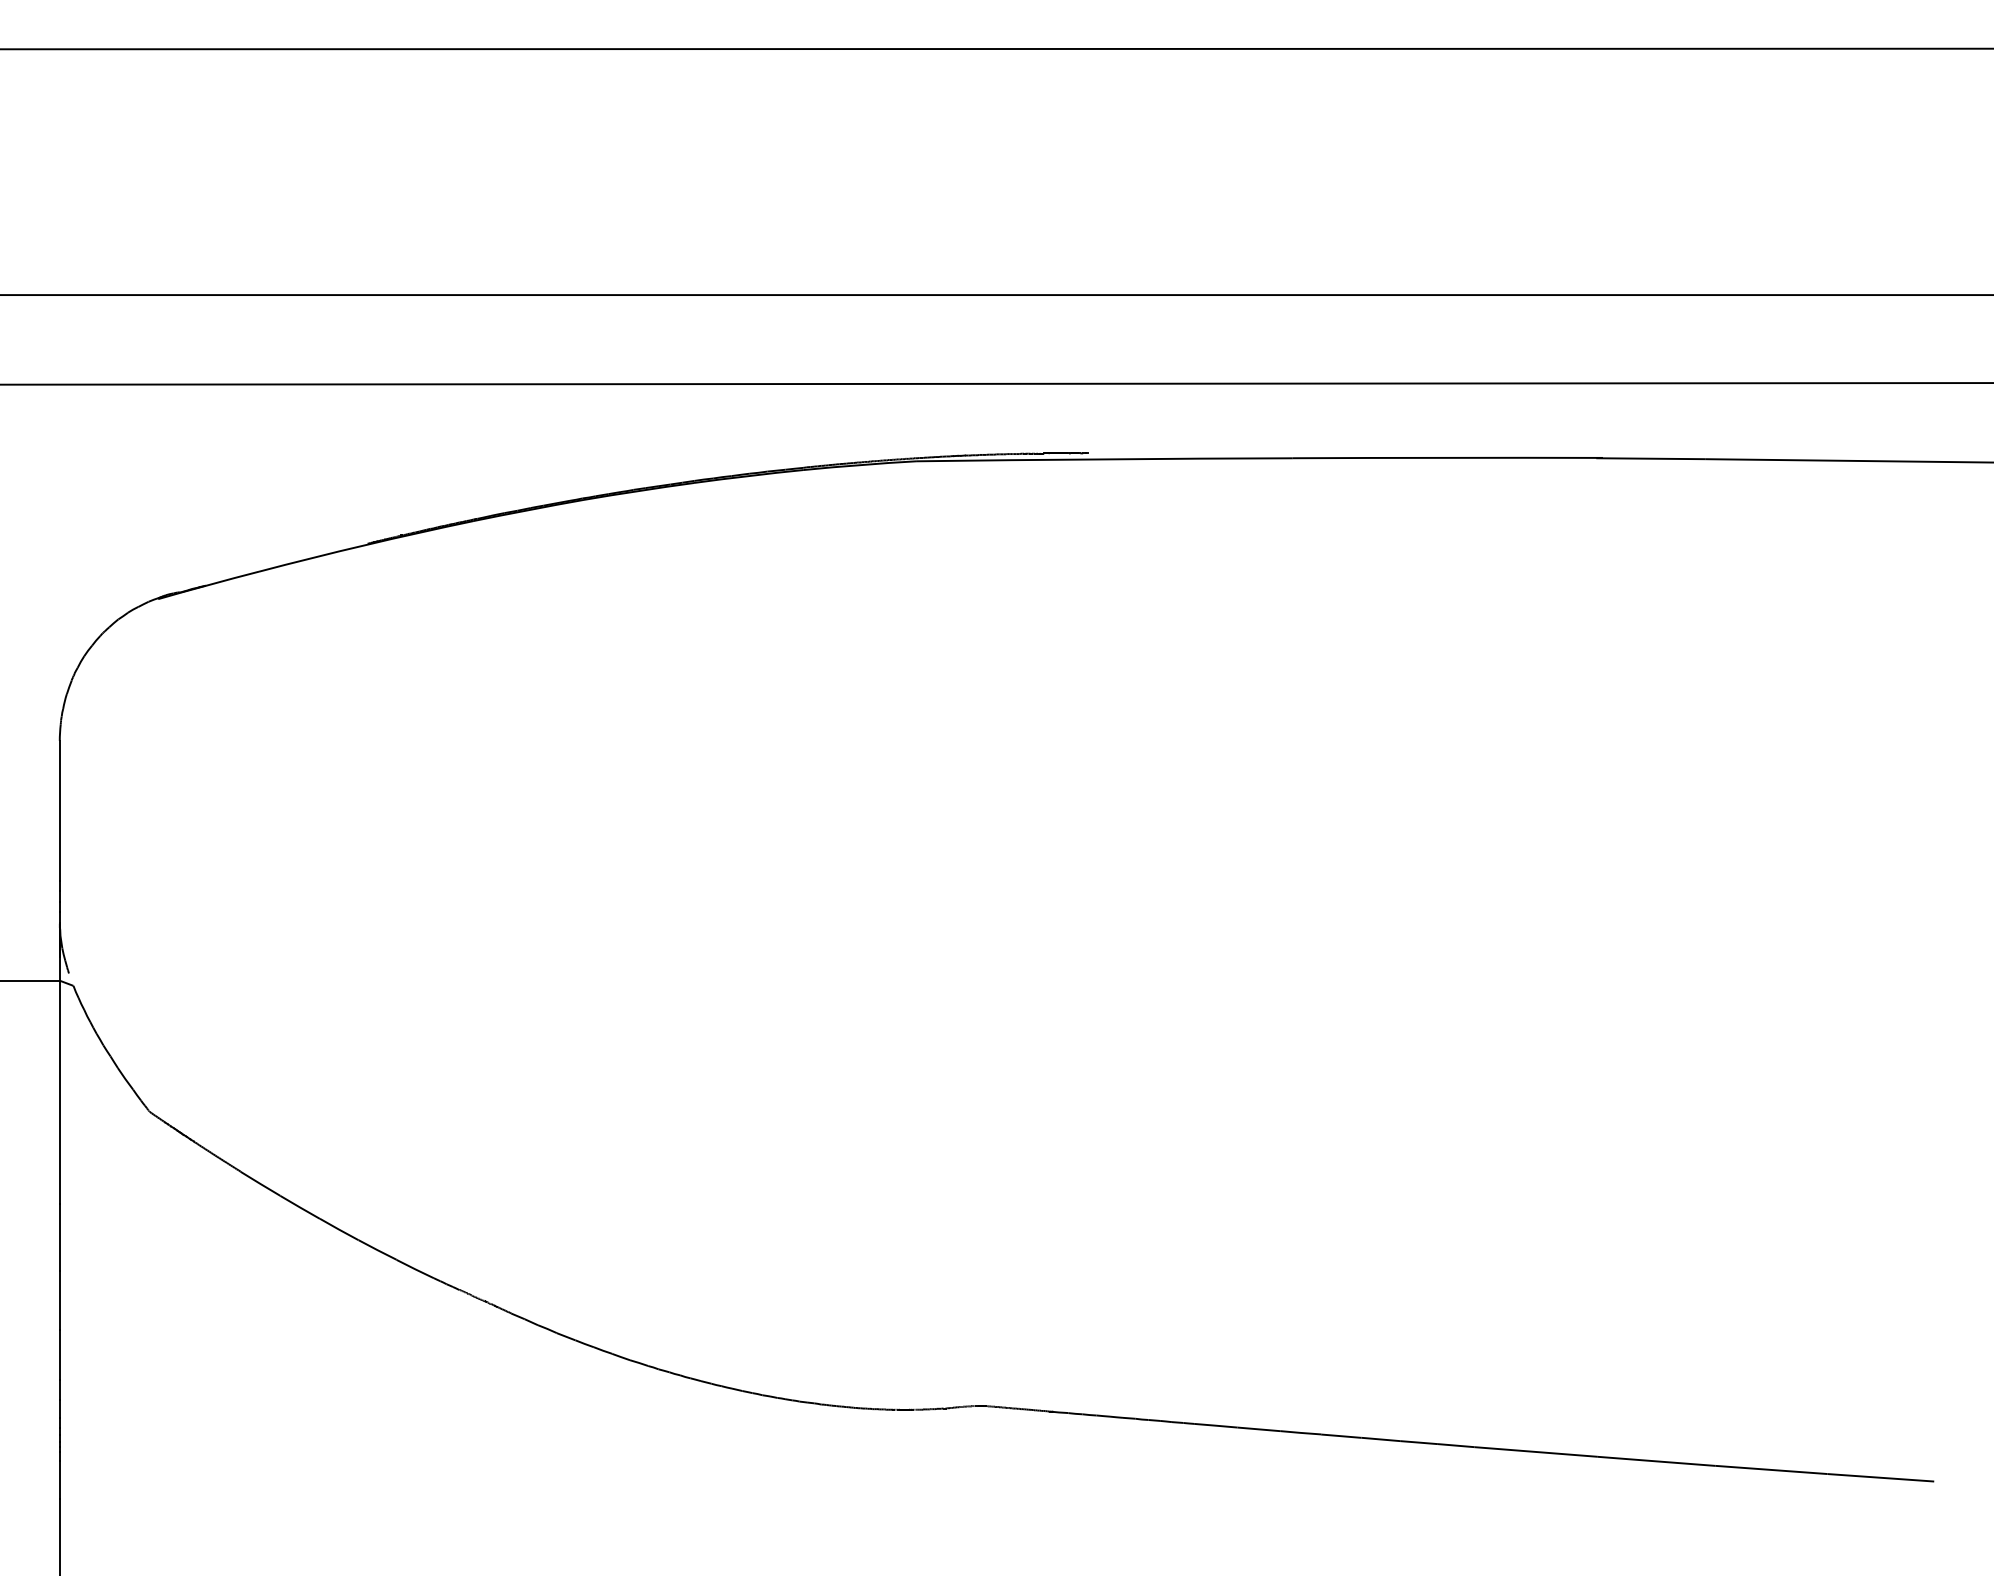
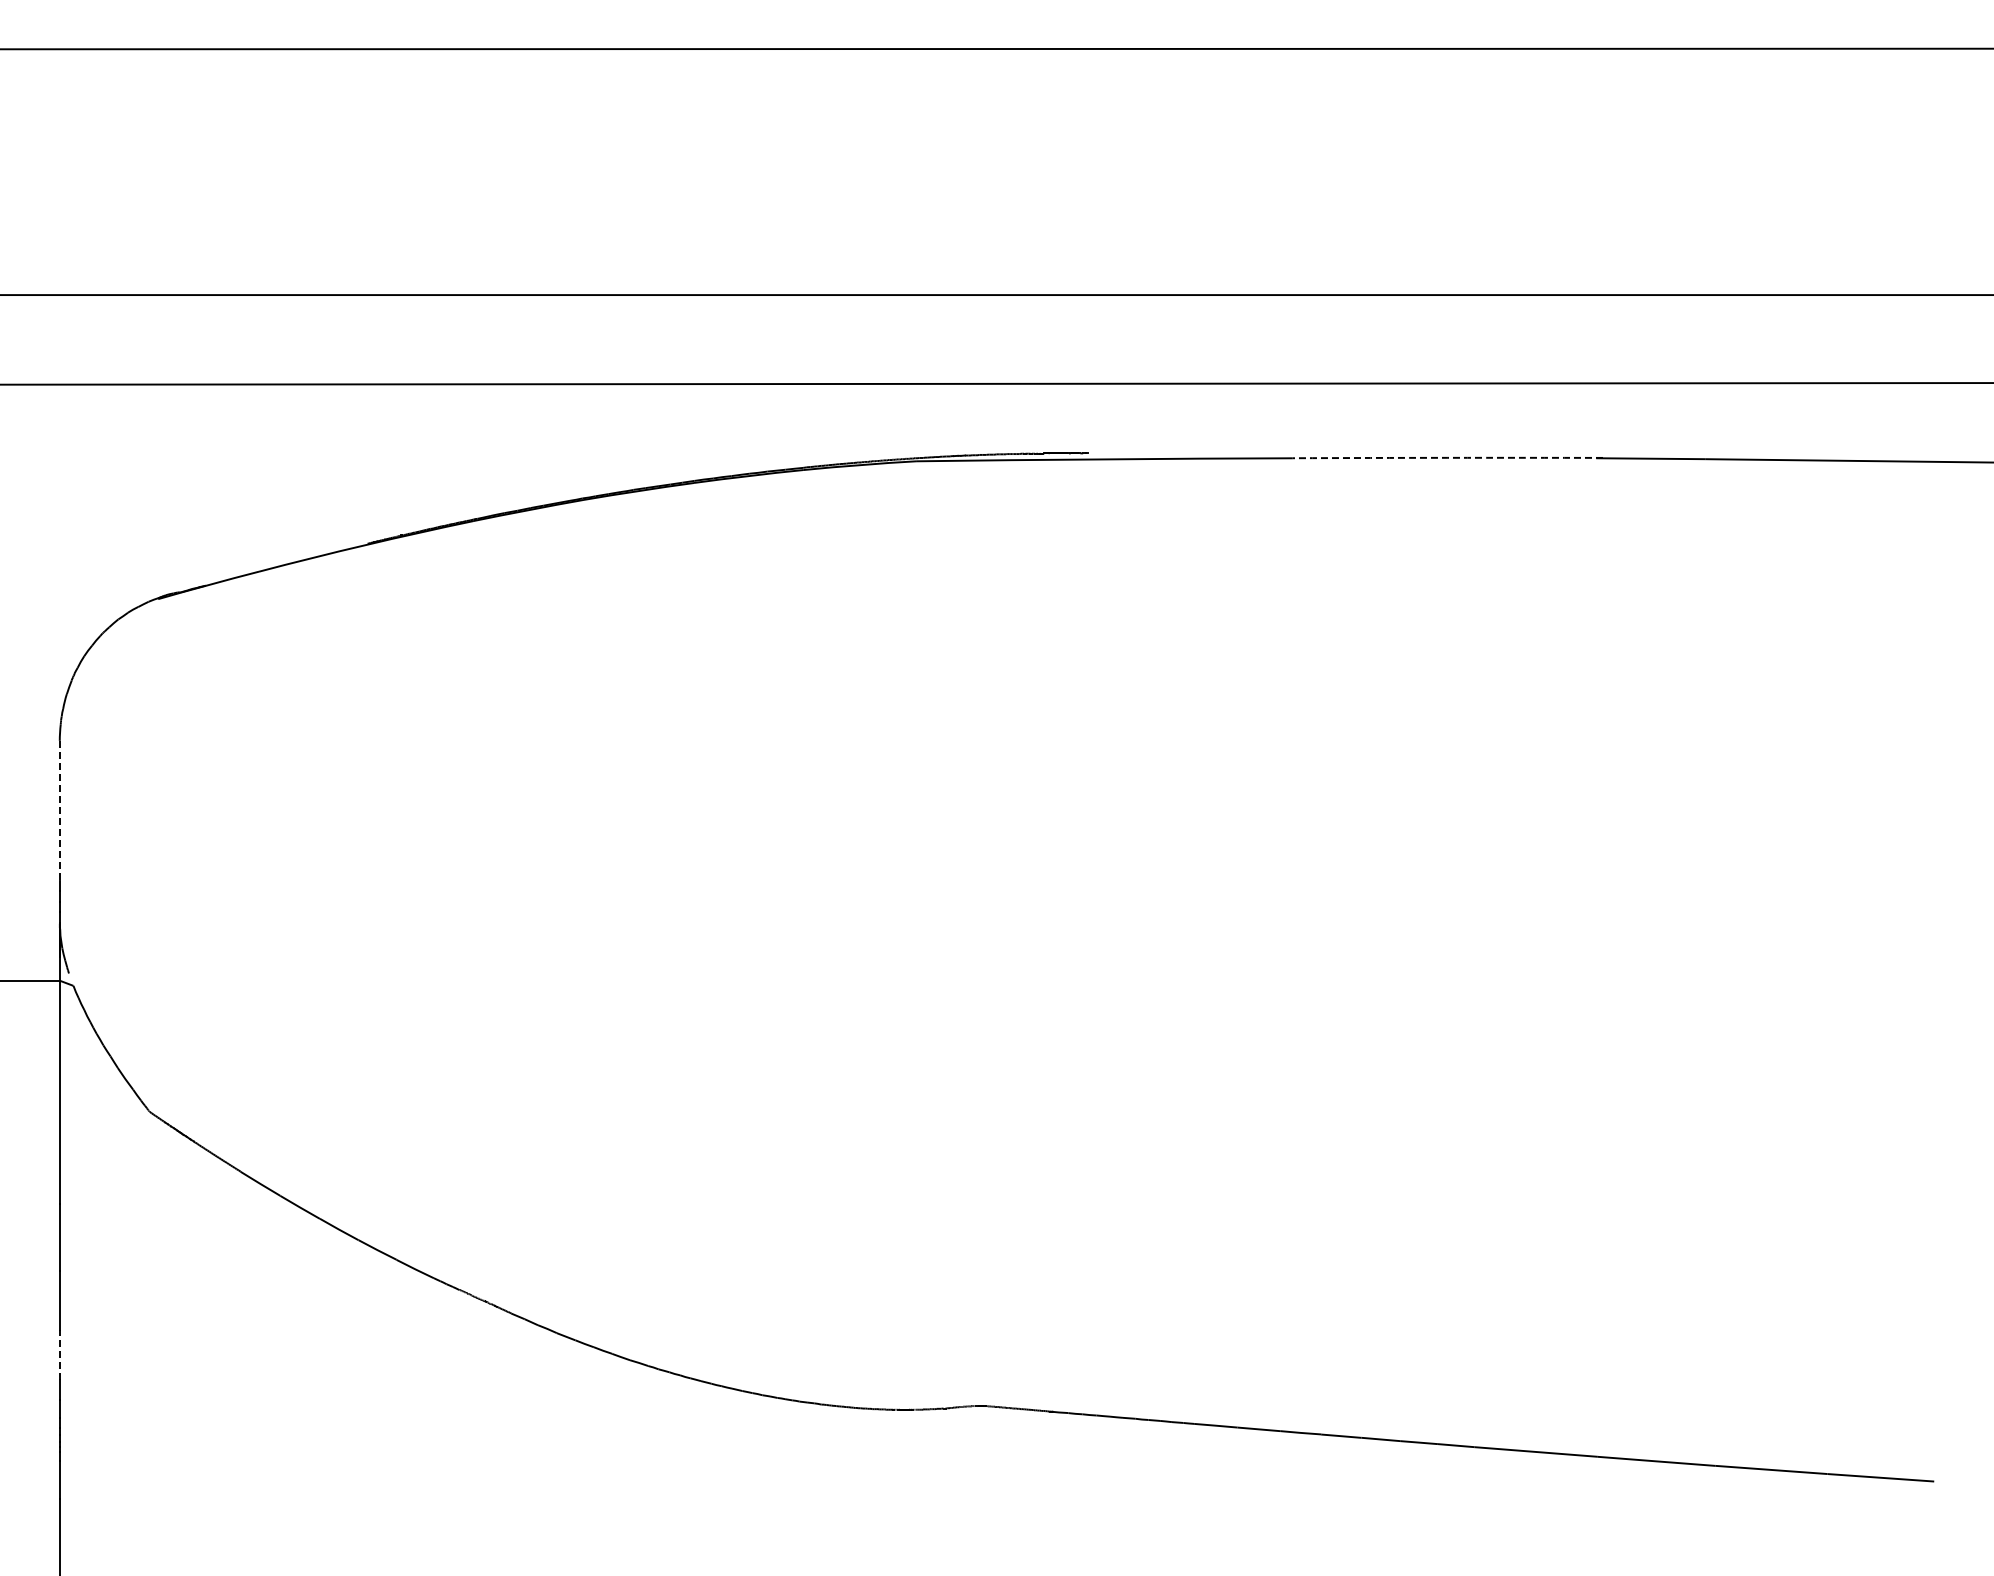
arc at (1447, 457): solid -> dashed
line at (59, 810): solid -> dashed
line at (59, 1354): solid -> dashed
